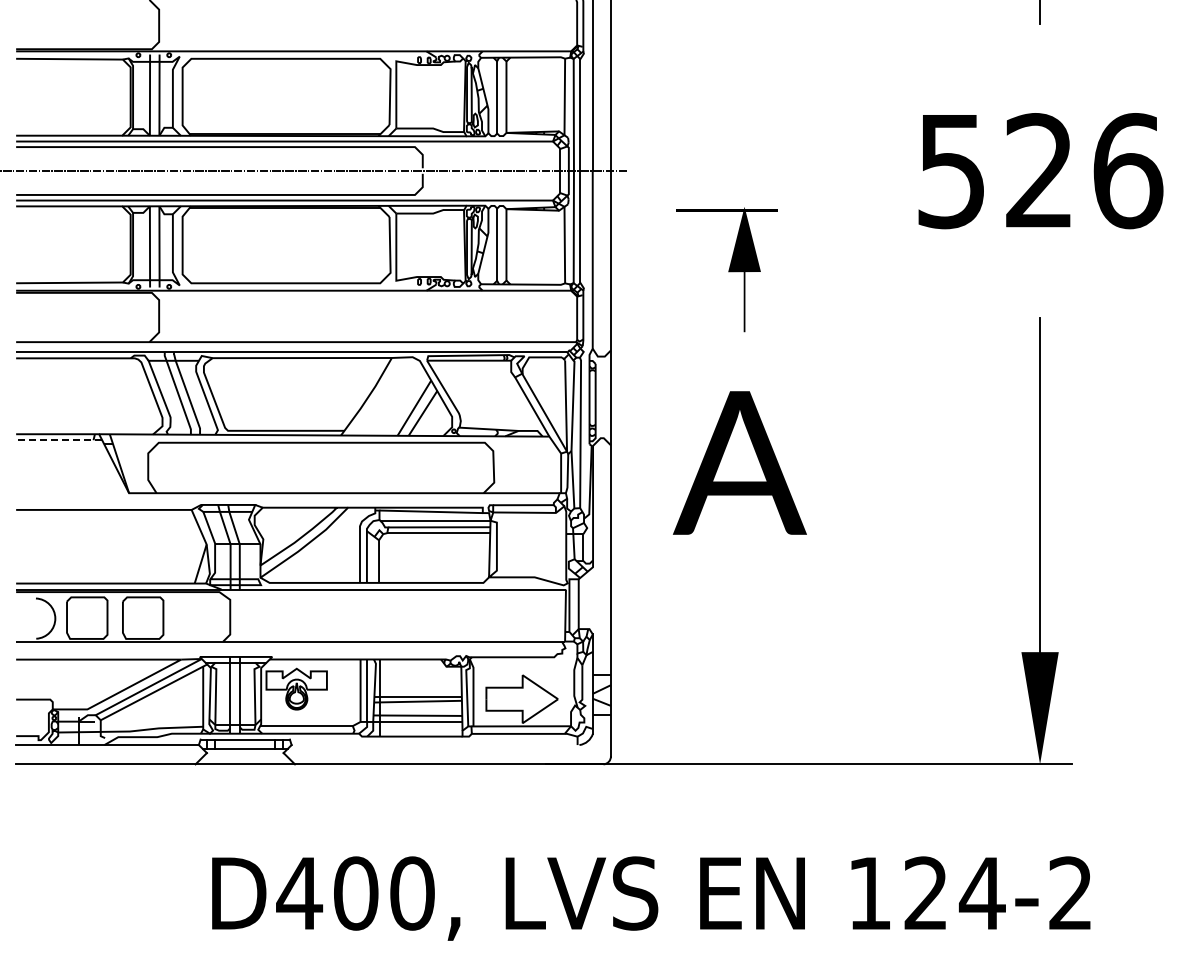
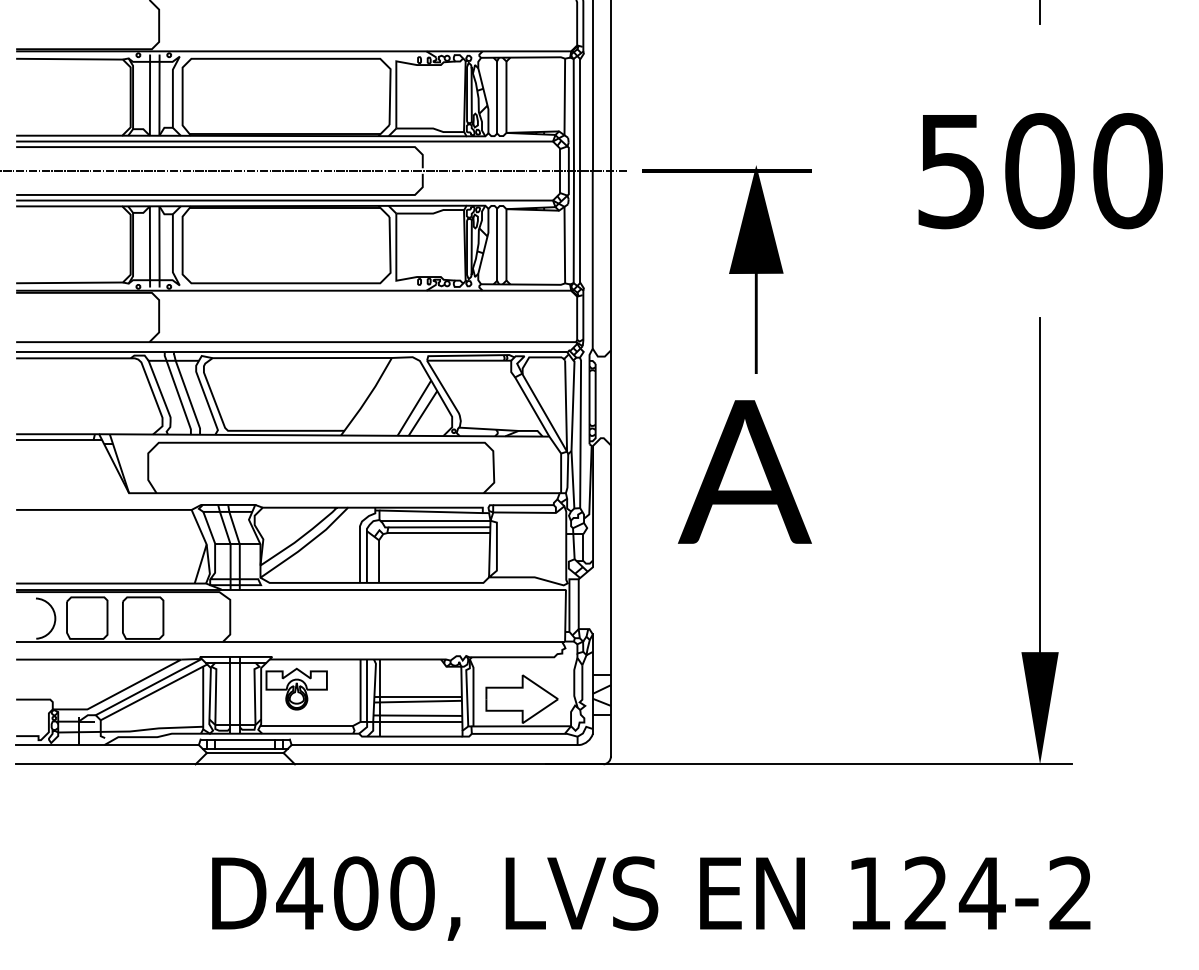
text at (1084, 171): 526 -> 500
part at (726, 269) size: 102x126 px -> 170x209 px
line at (58, 440): dashed -> solid
text at (739, 462) position: (739, 462) -> (744, 471)
line at (435, 745): none -> present
line at (244, 753): none -> present
